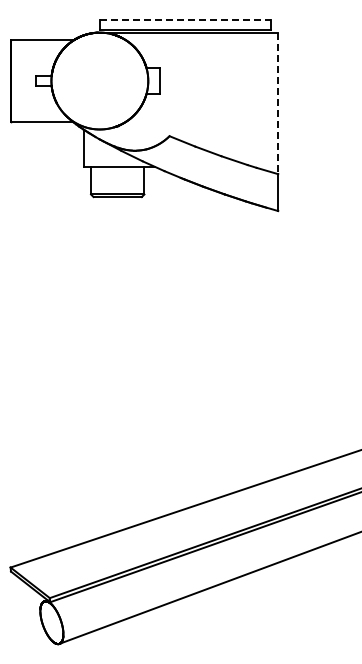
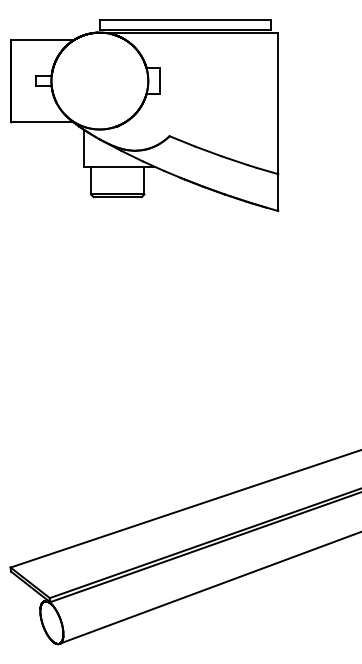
line at (185, 19): dashed -> solid
line at (278, 103): dashed -> solid
